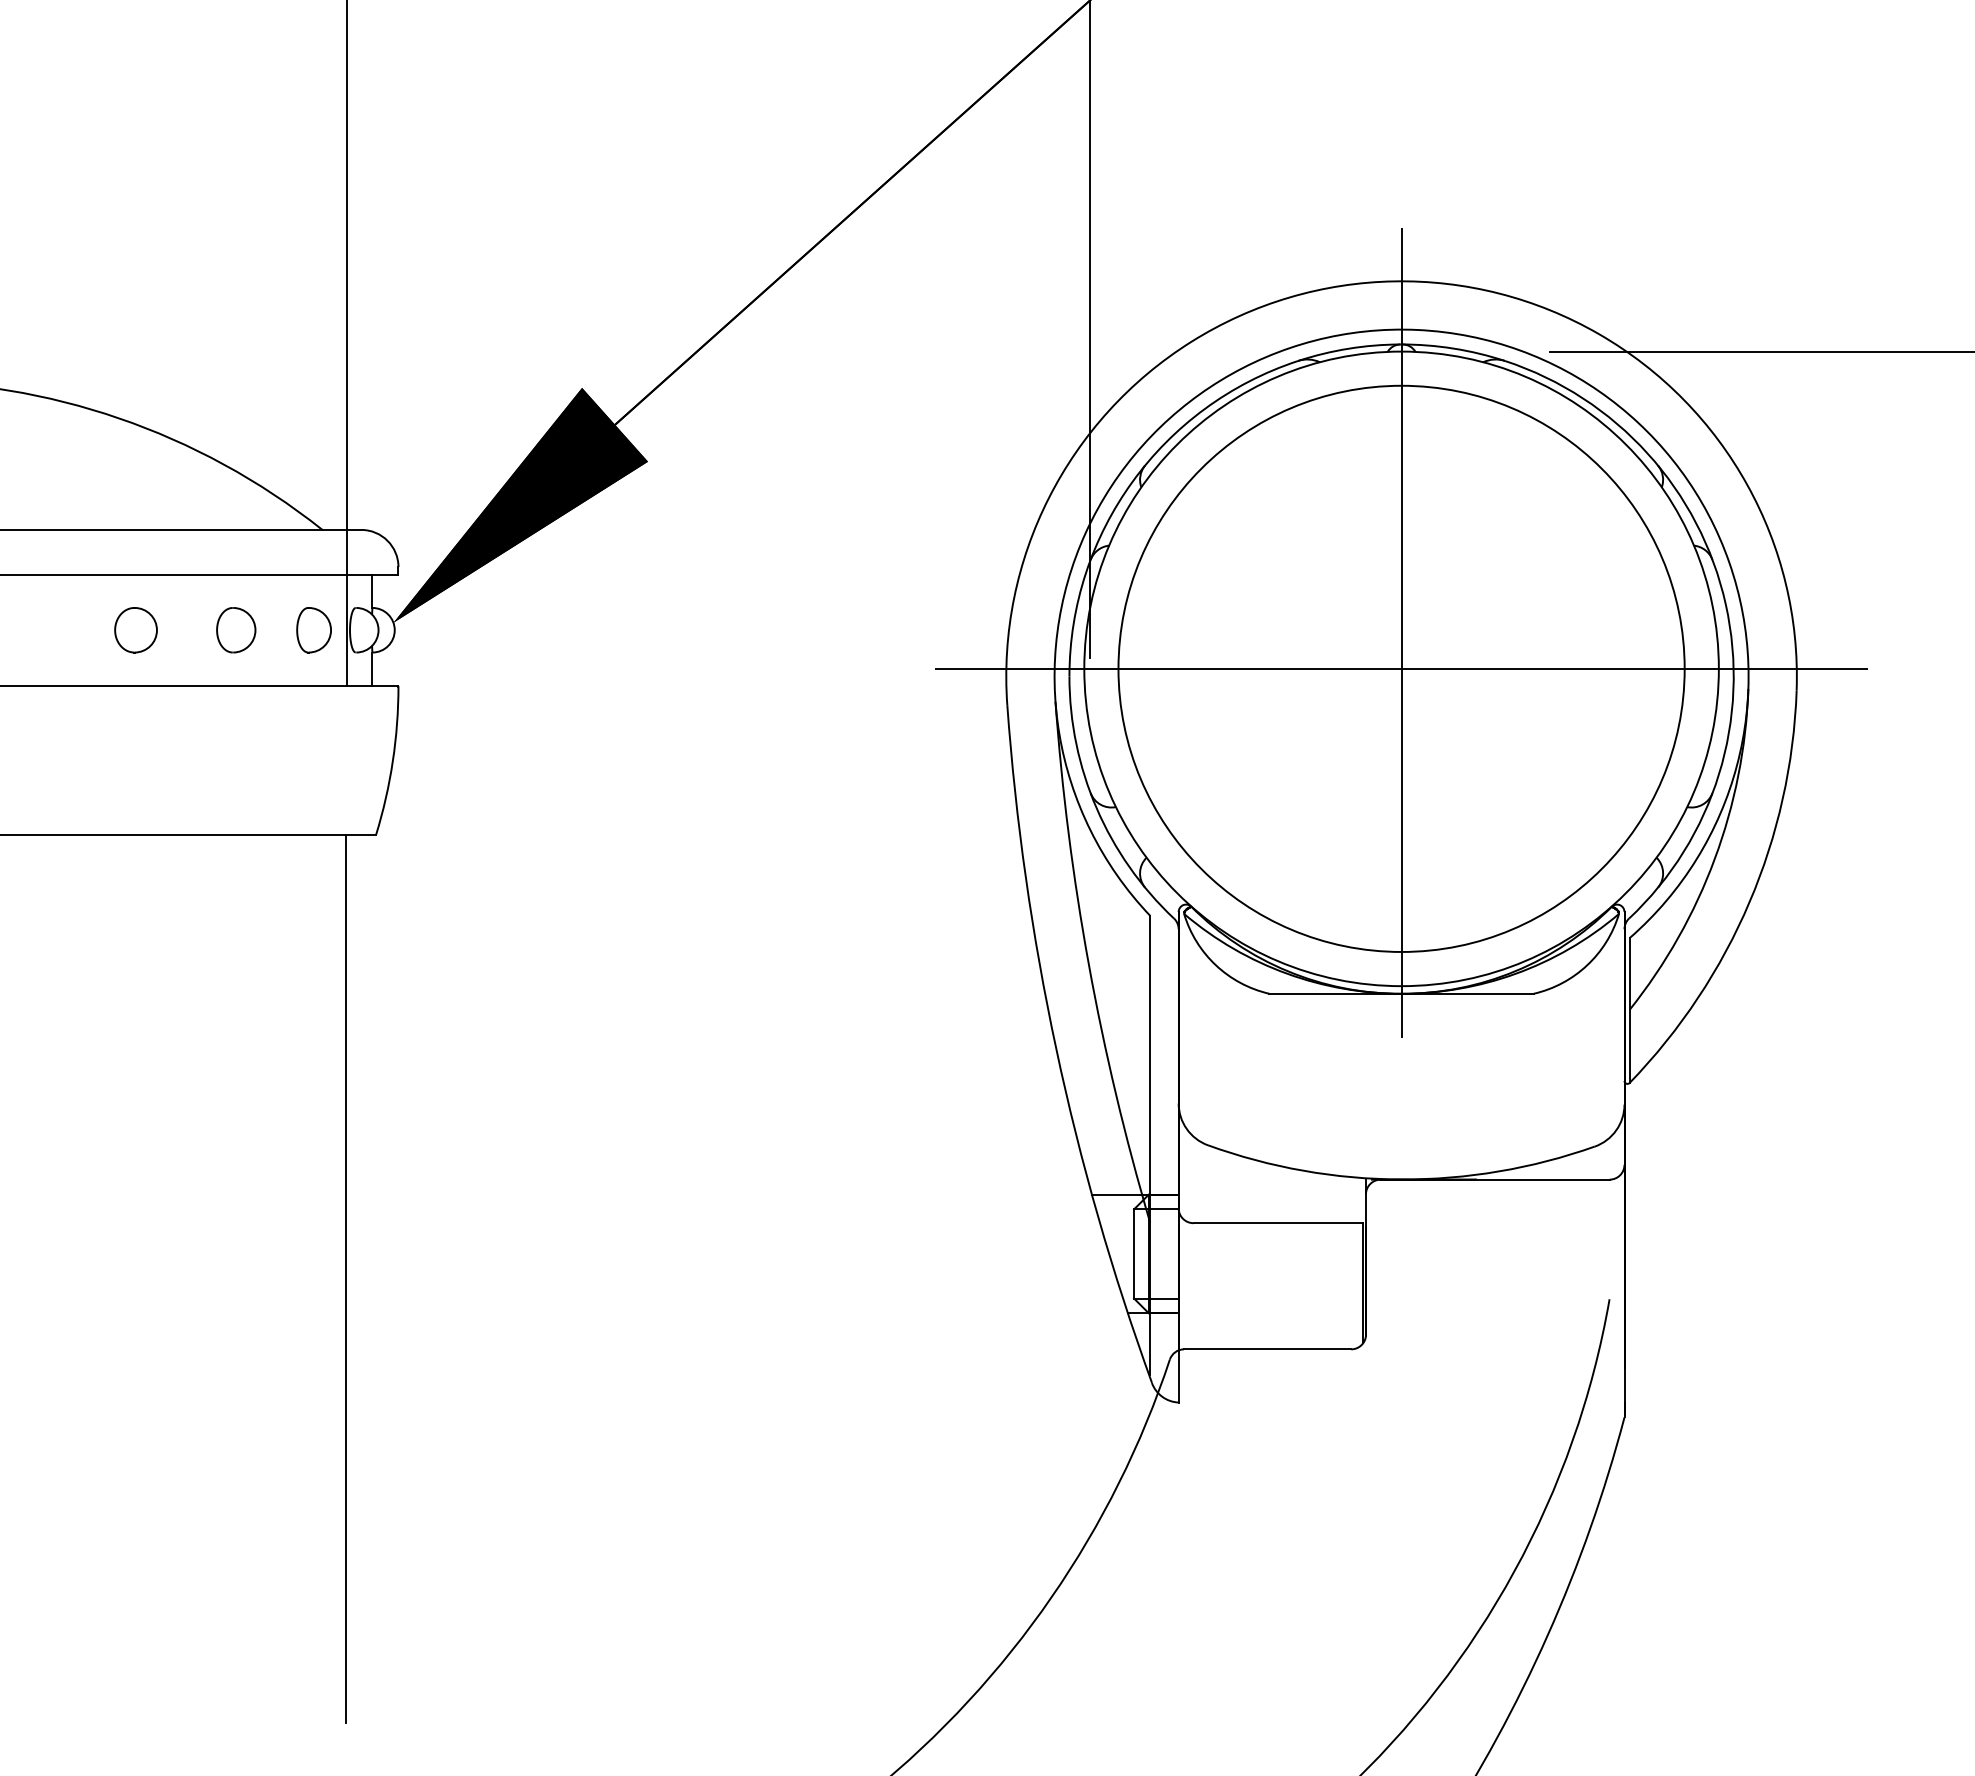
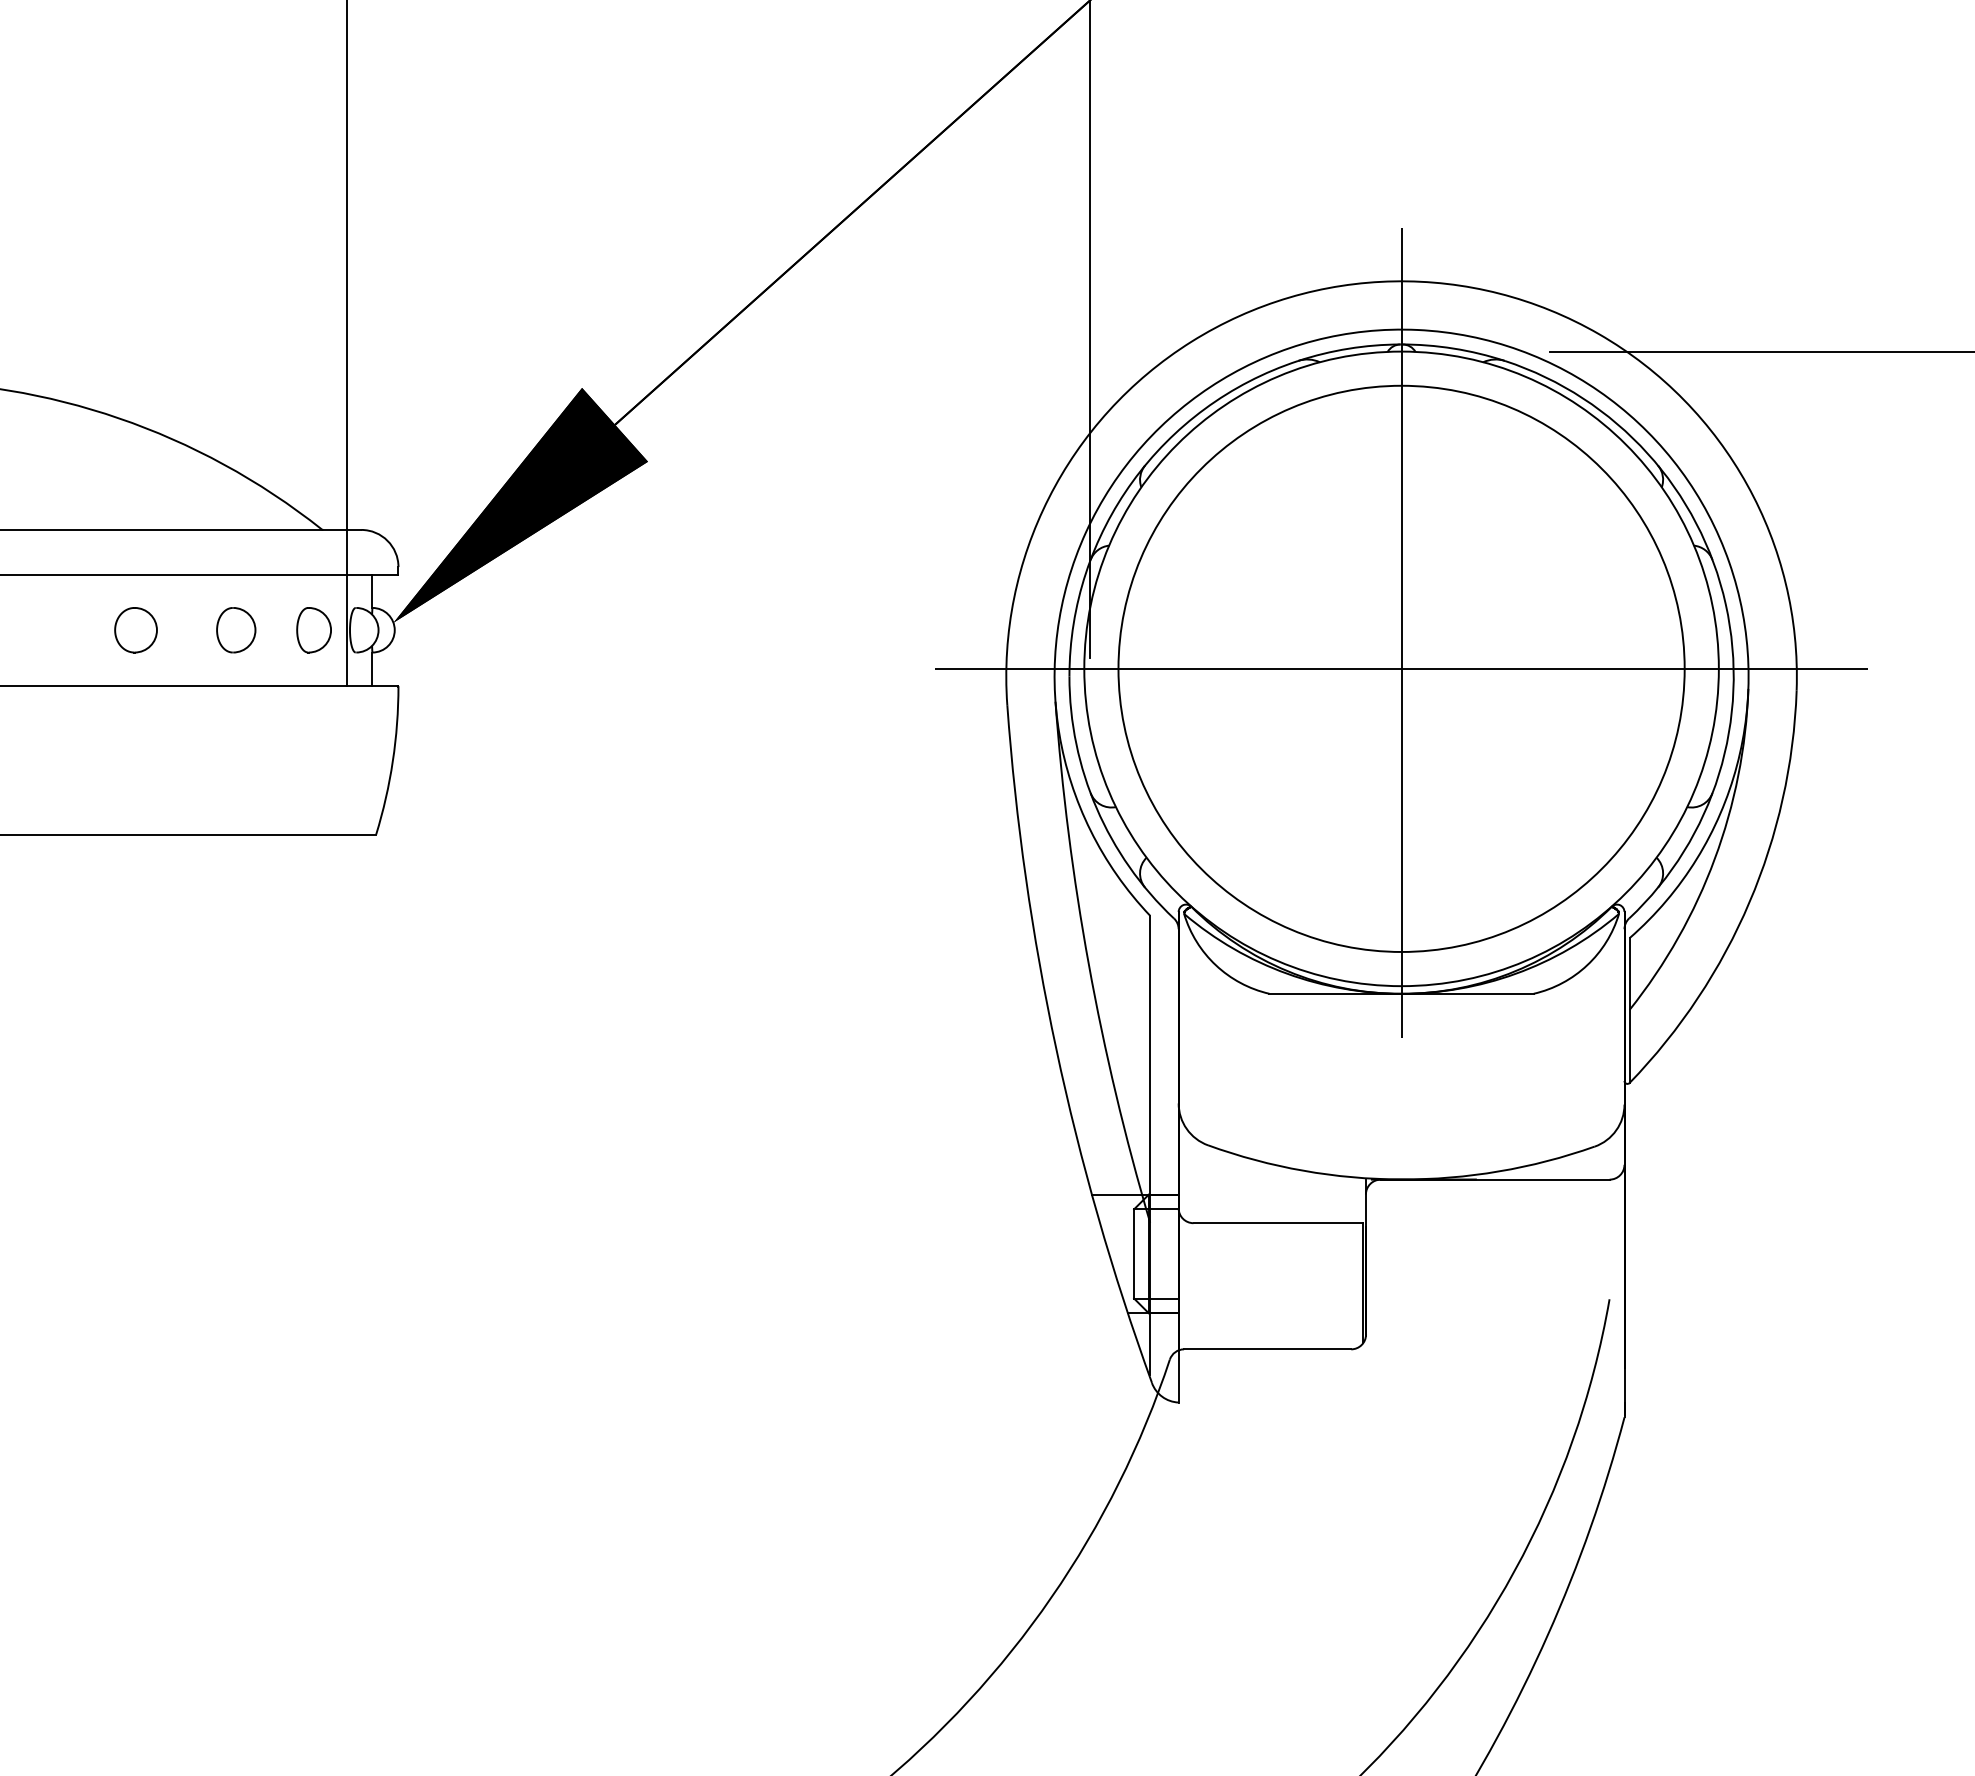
line at (346, 1278): present -> none
